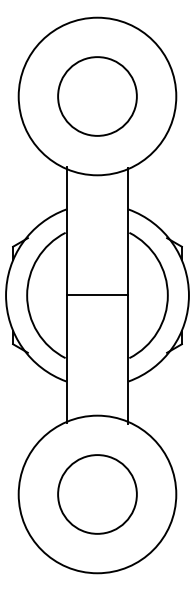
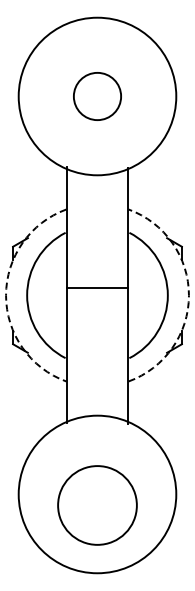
circle at (97, 96) size: 81x81 px -> 49x49 px
arc at (6, 295): solid -> dashed
line at (97, 295) position: (97, 295) -> (97, 288)
arc at (188, 295): solid -> dashed
circle at (97, 494) position: (97, 494) -> (97, 505)
